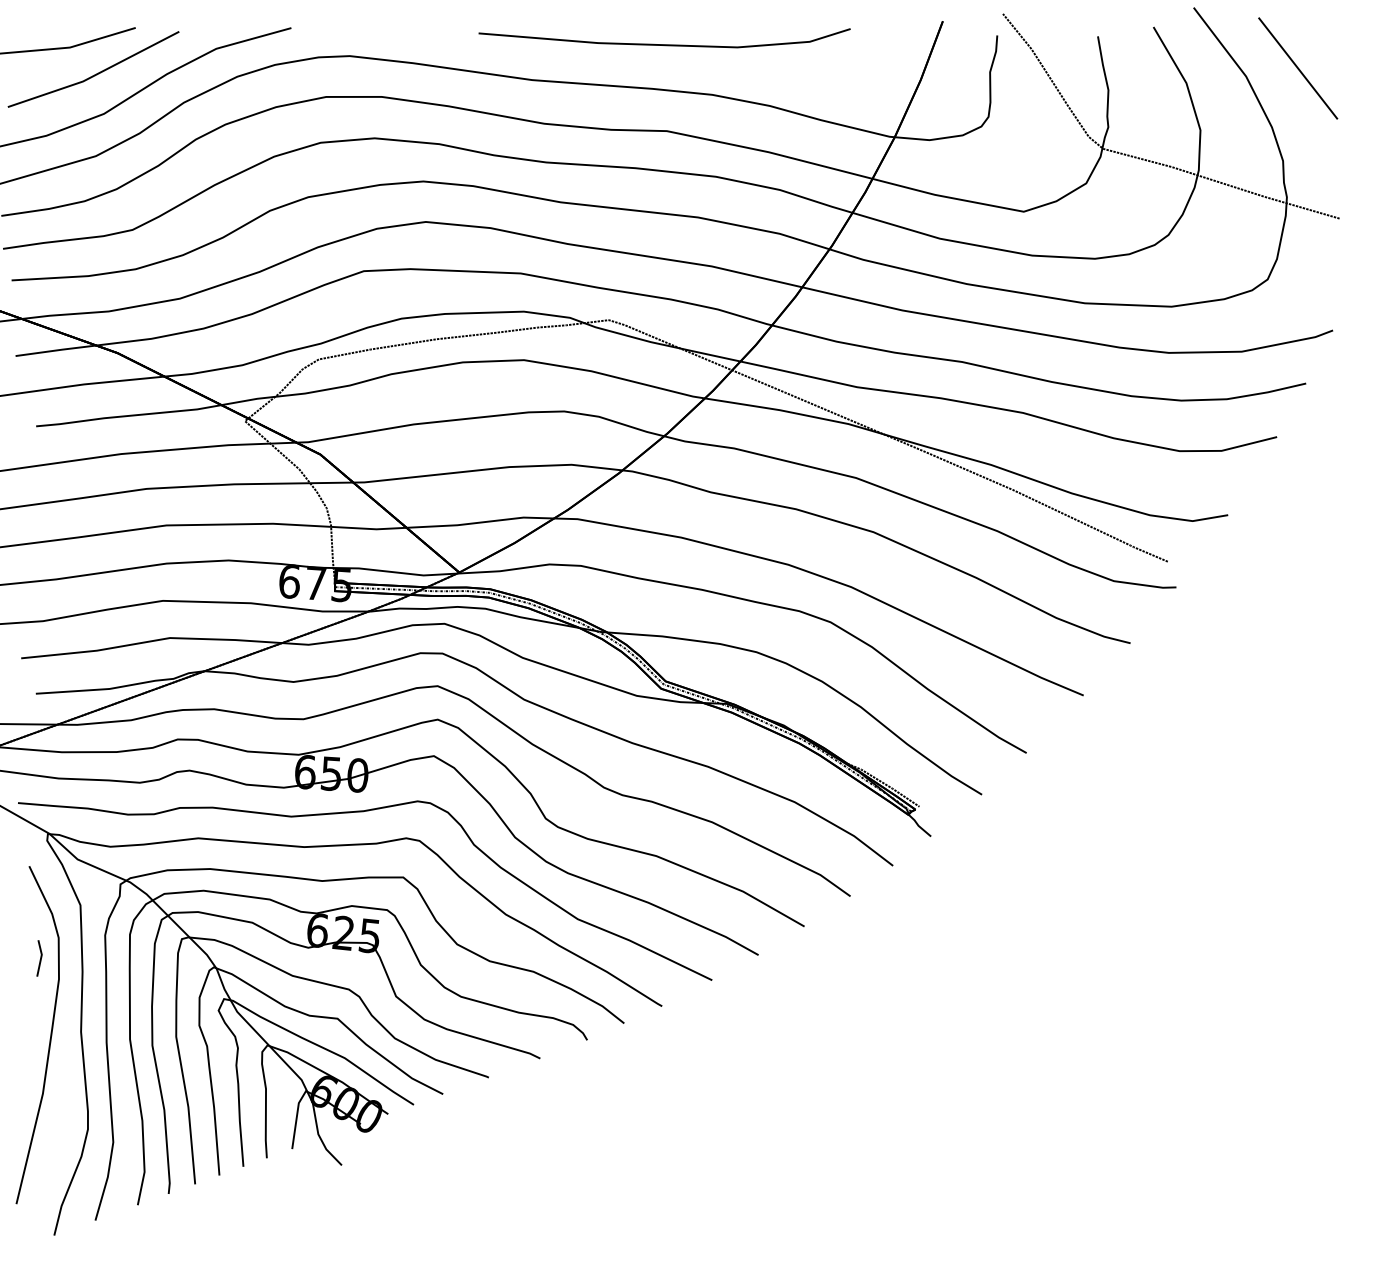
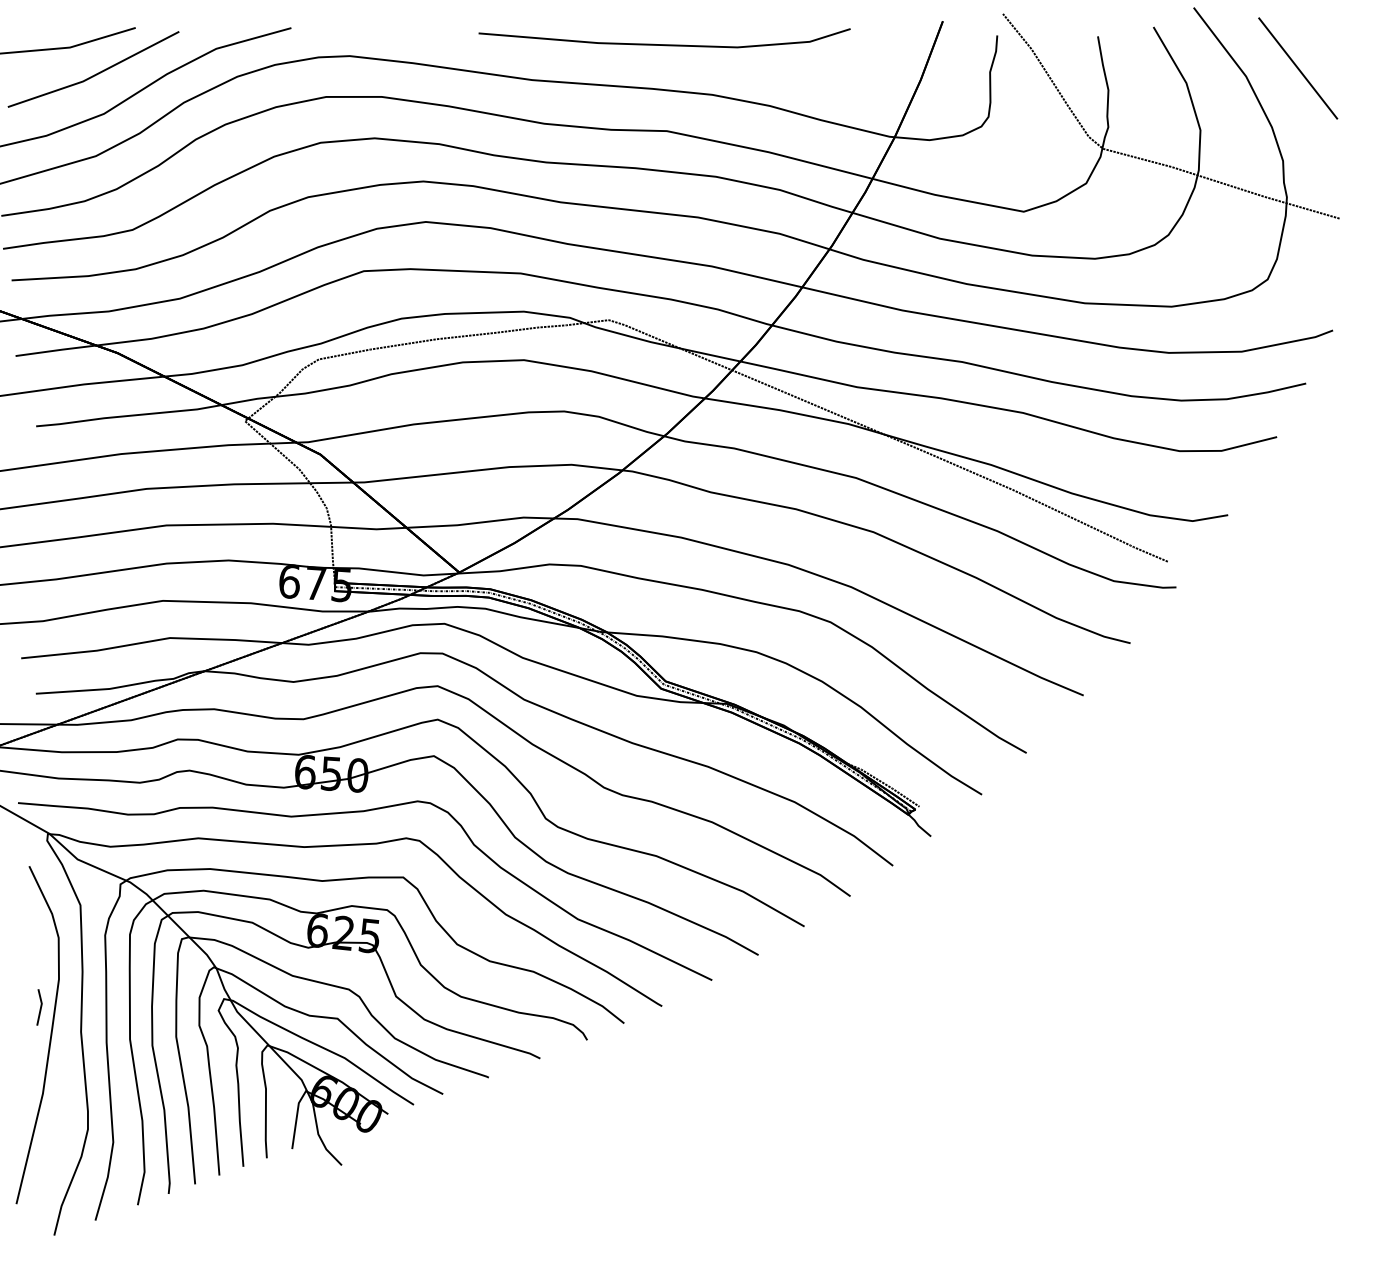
line at (40, 958) position: (40, 958) -> (40, 1007)
